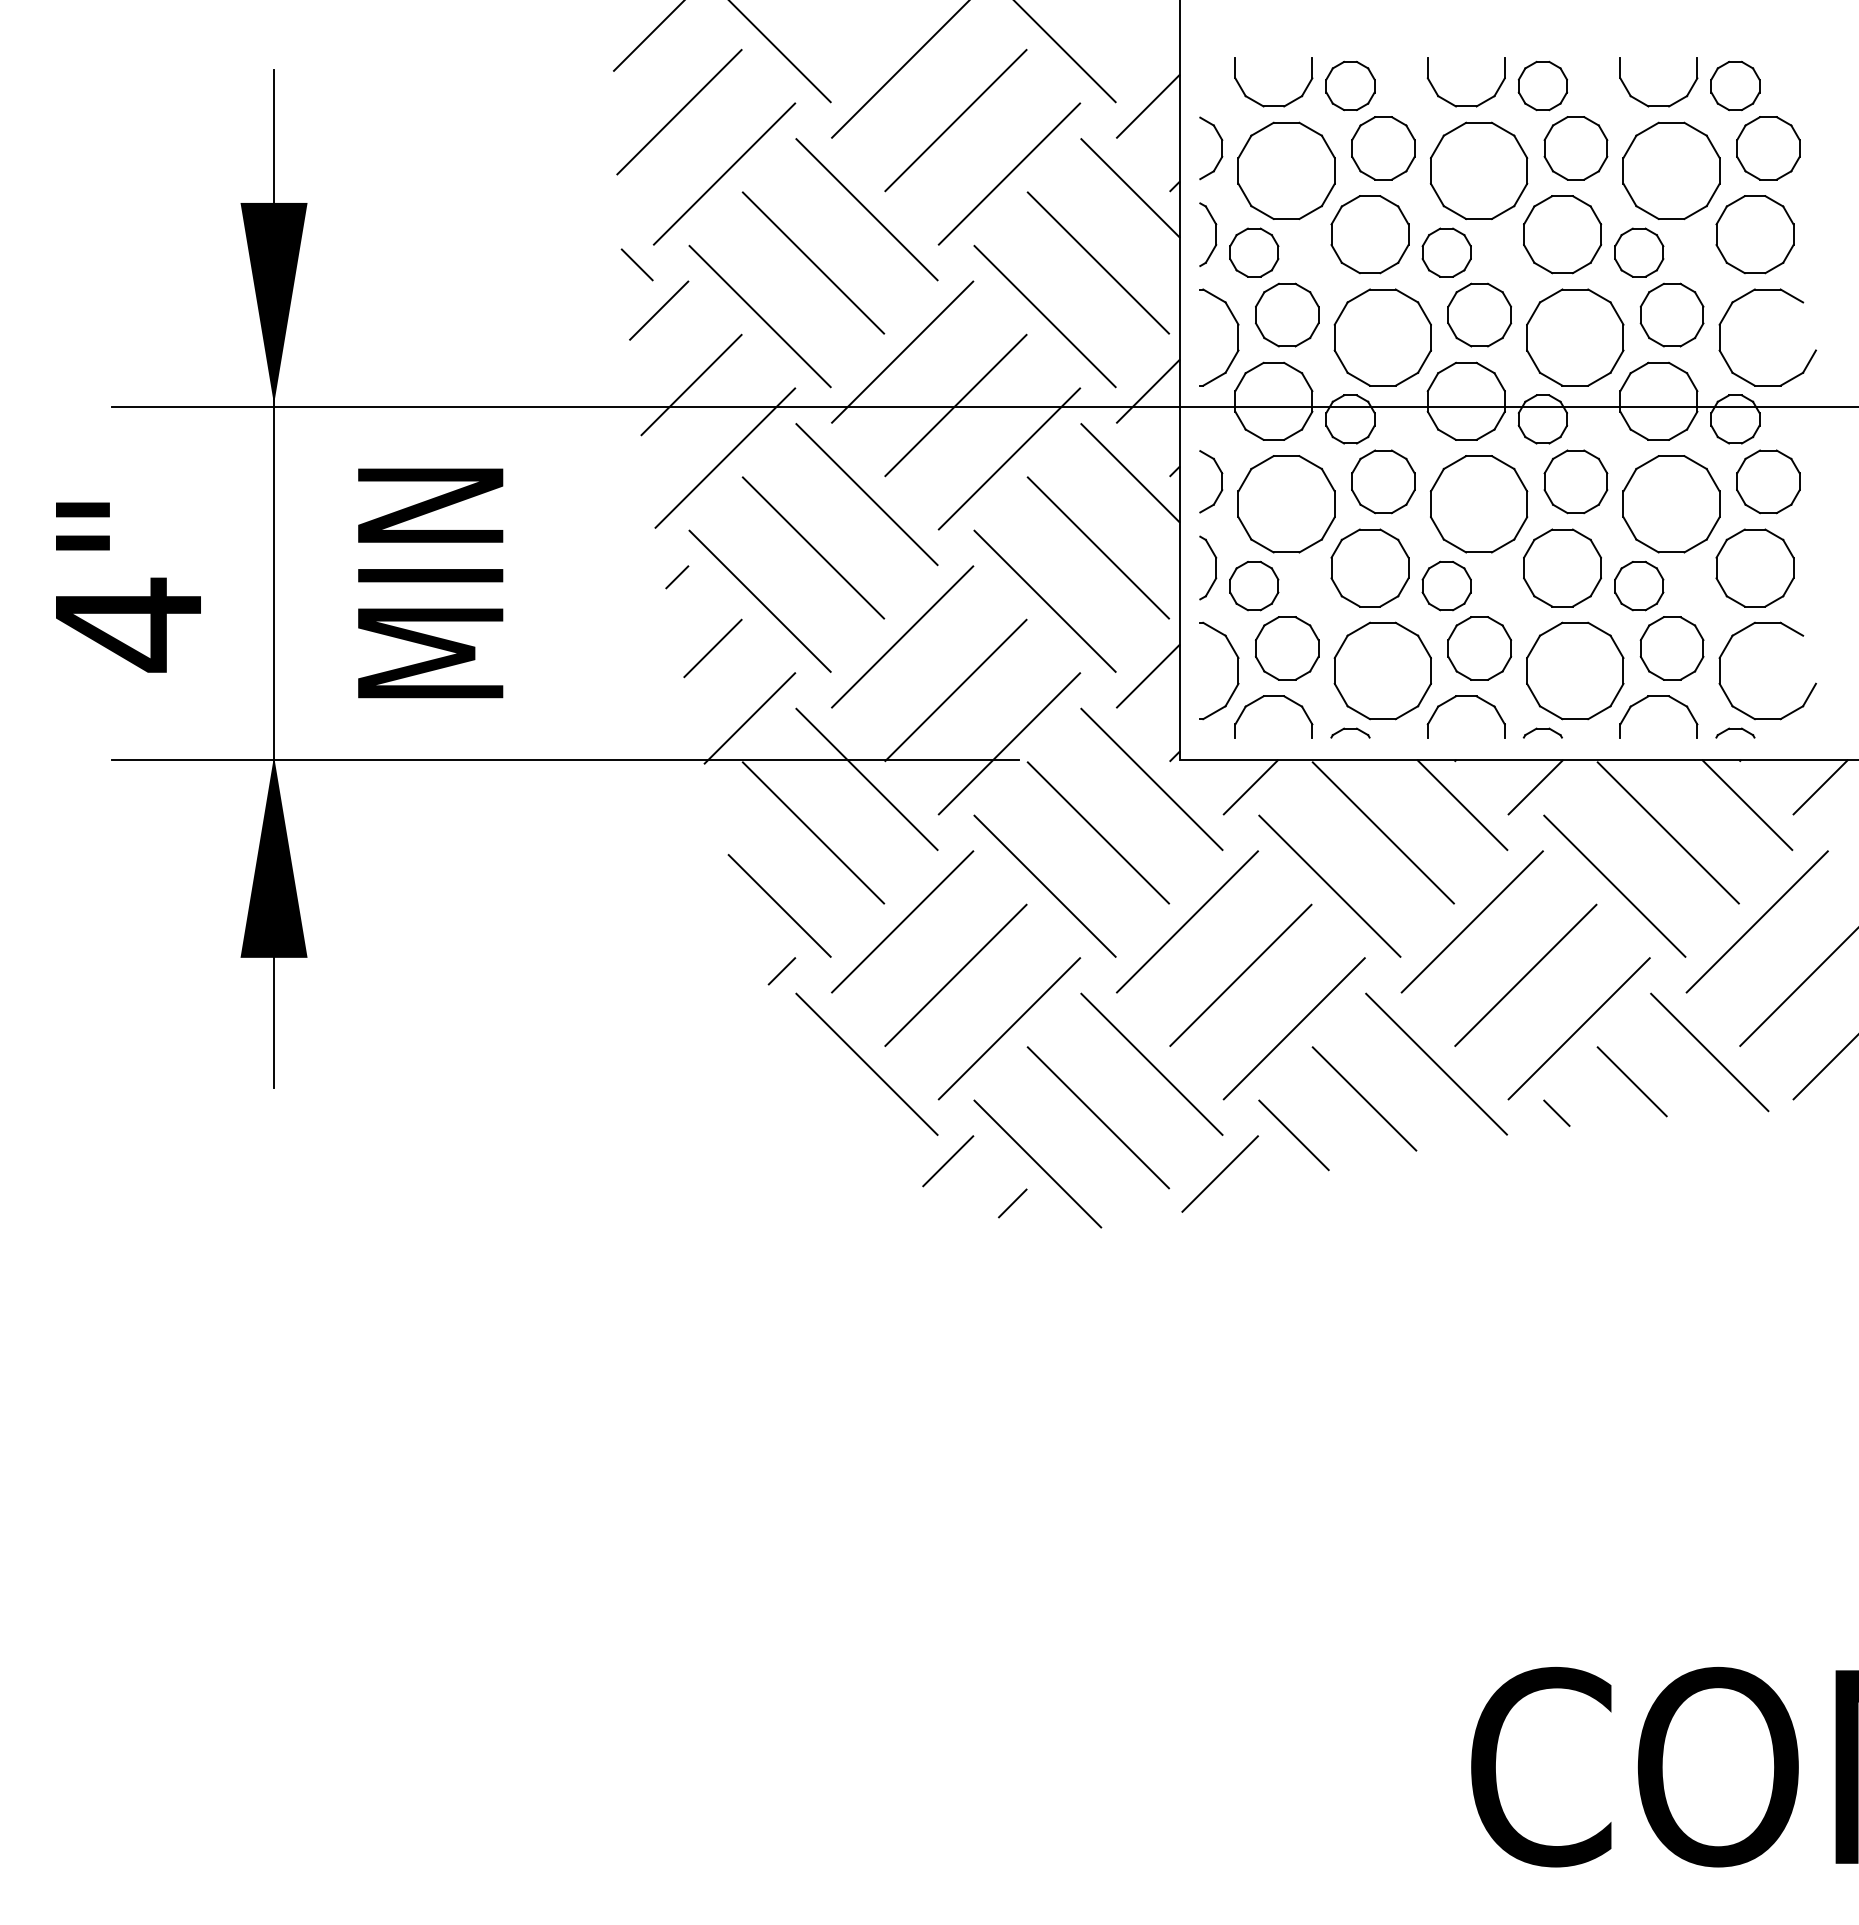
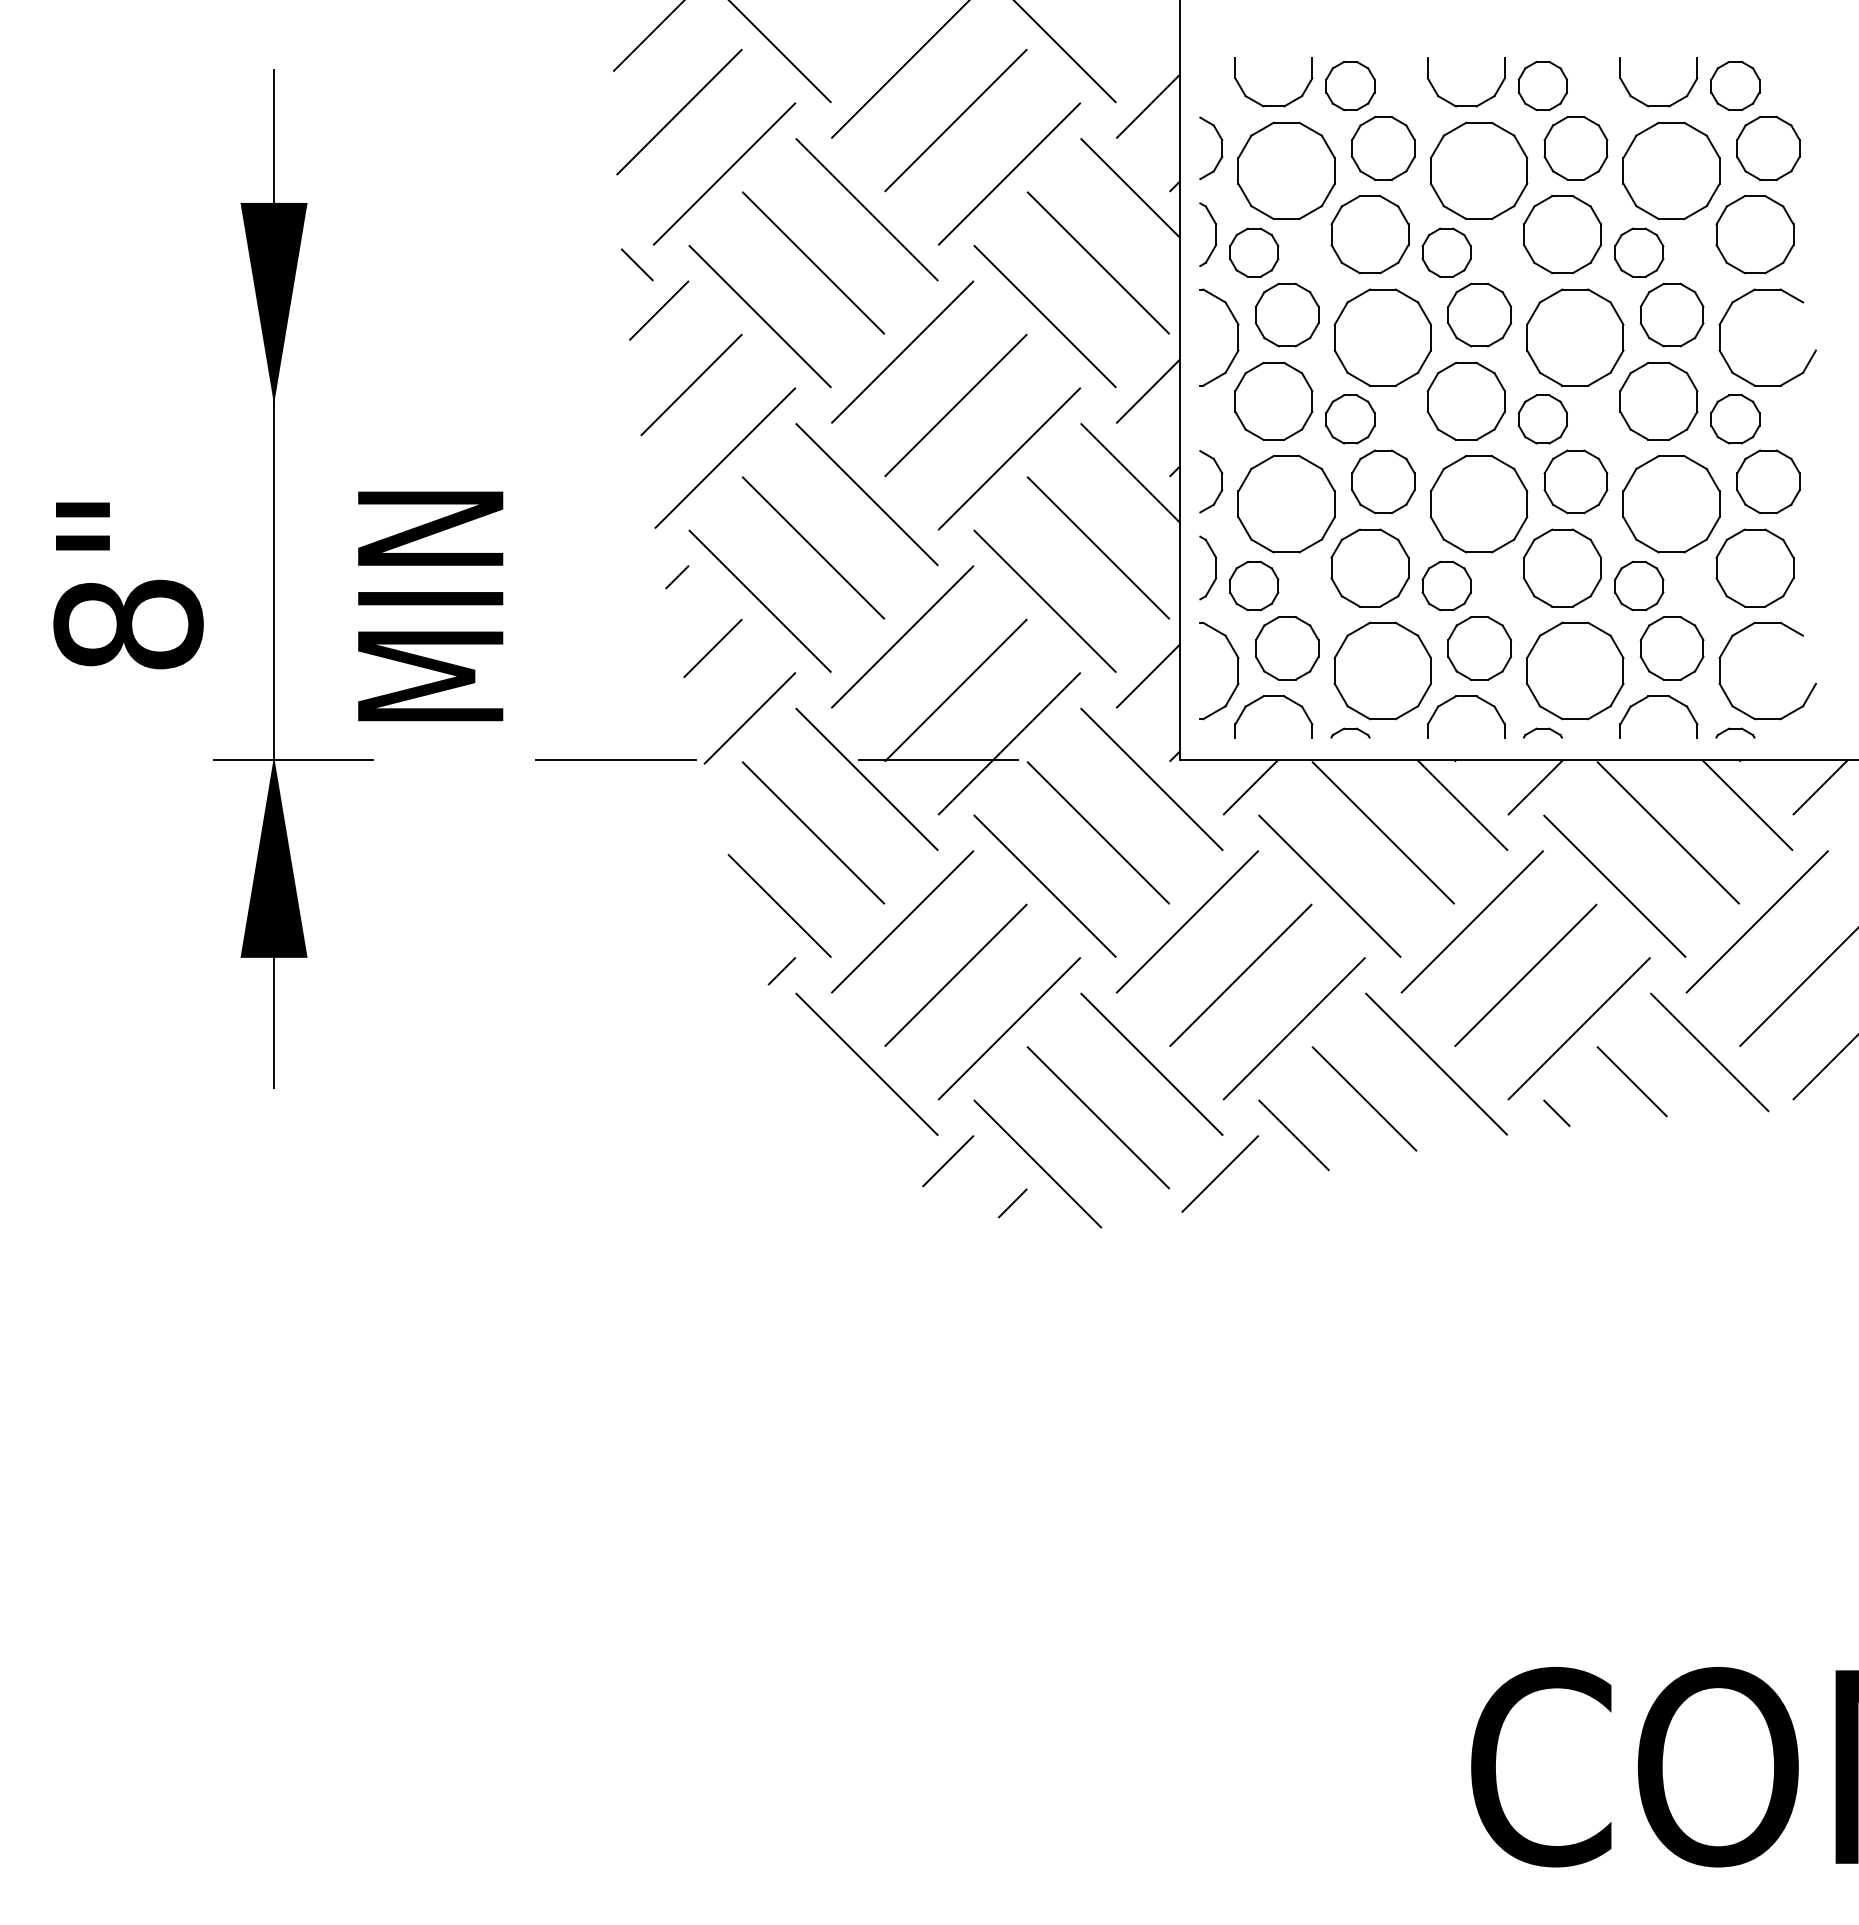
line at (983, 407): present -> none
text at (430, 583) position: (430, 583) -> (430, 606)
text at (128, 624): 4" -> 8"
line at (565, 759): solid -> dashed
